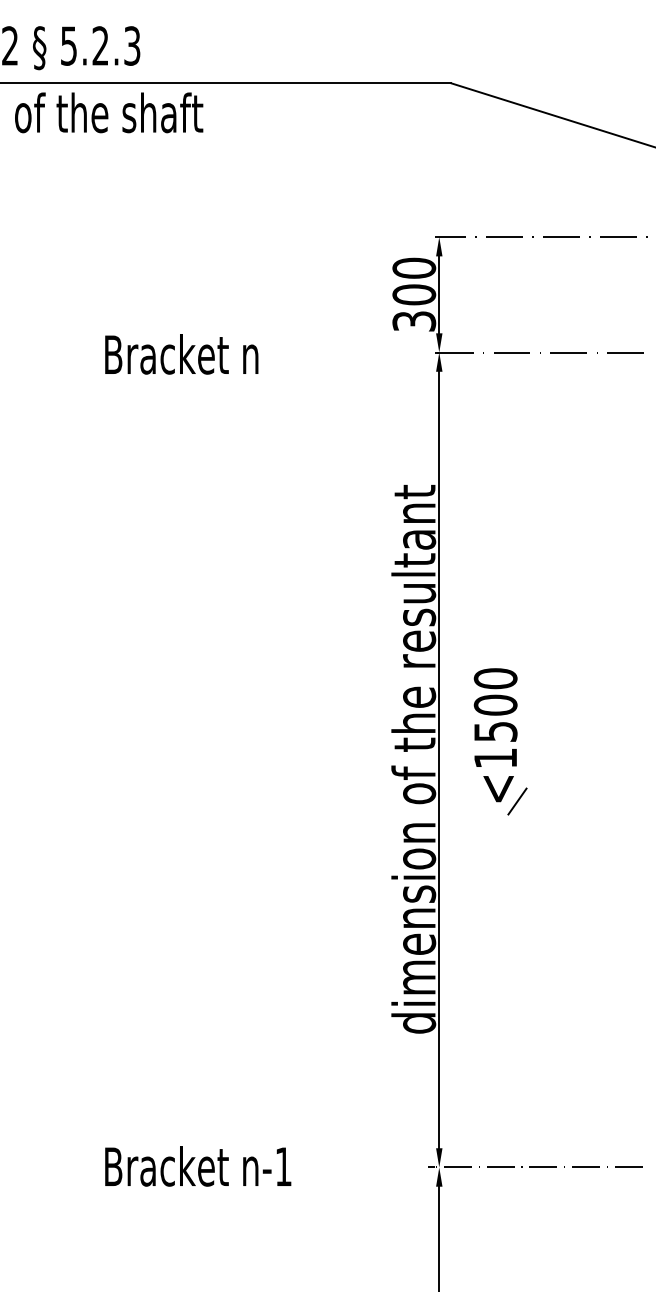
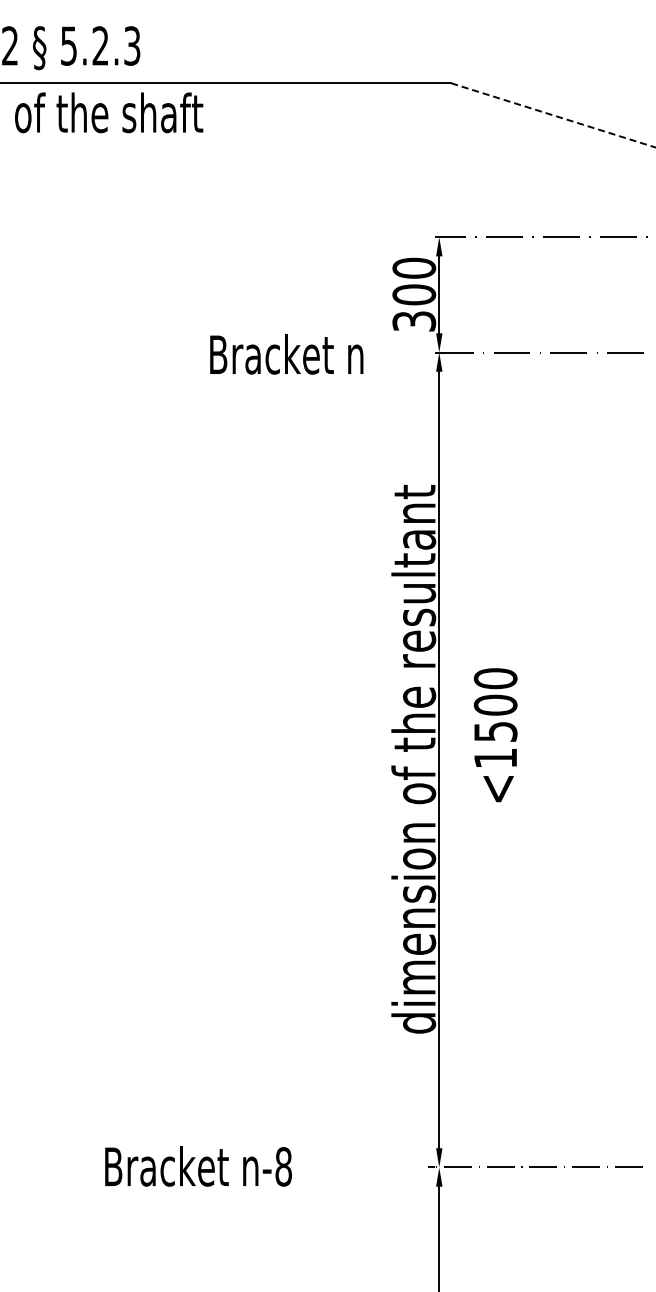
line at (553, 115): solid -> dashed
text at (181, 354) position: (181, 354) -> (286, 354)
line at (517, 801): present -> none
text at (283, 1166): n-1 -> n-8
